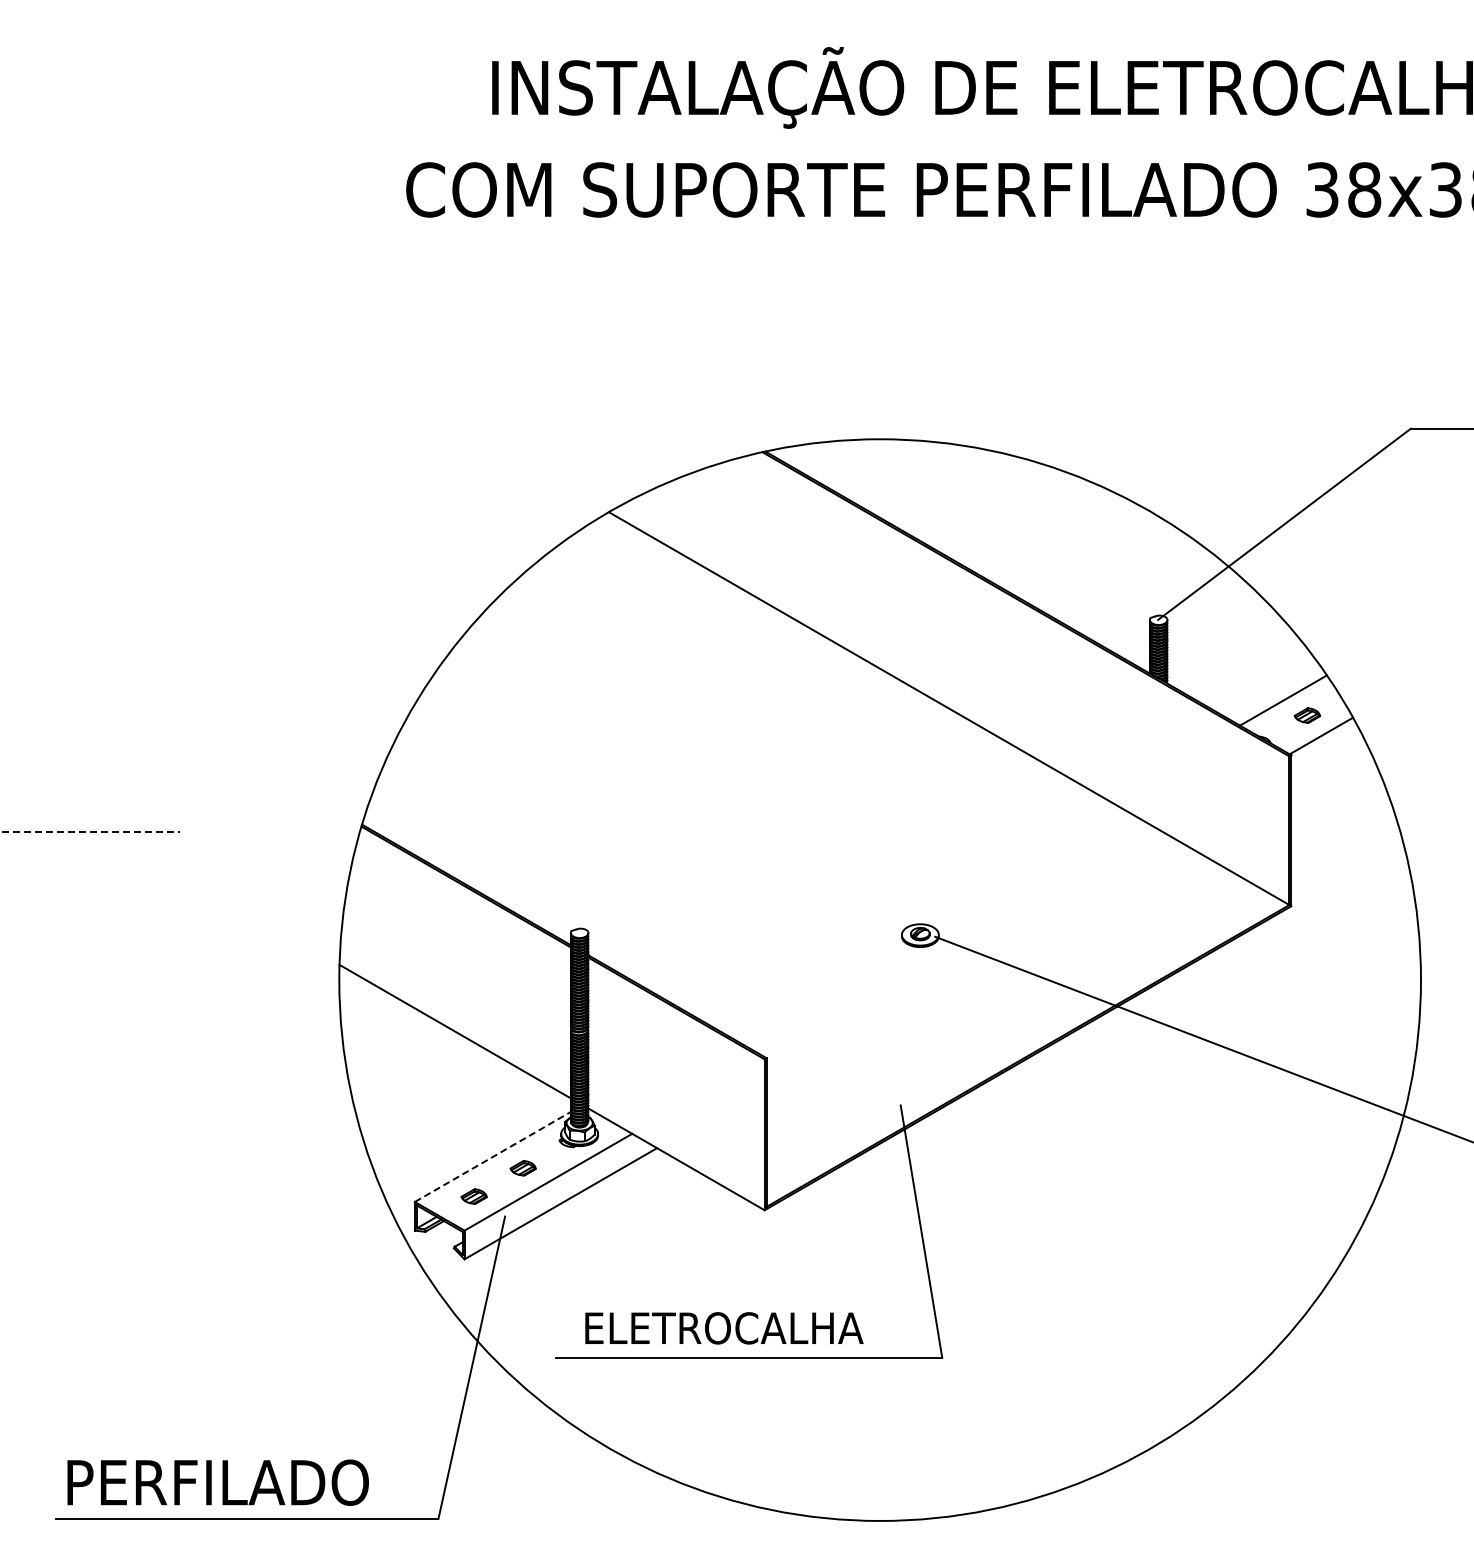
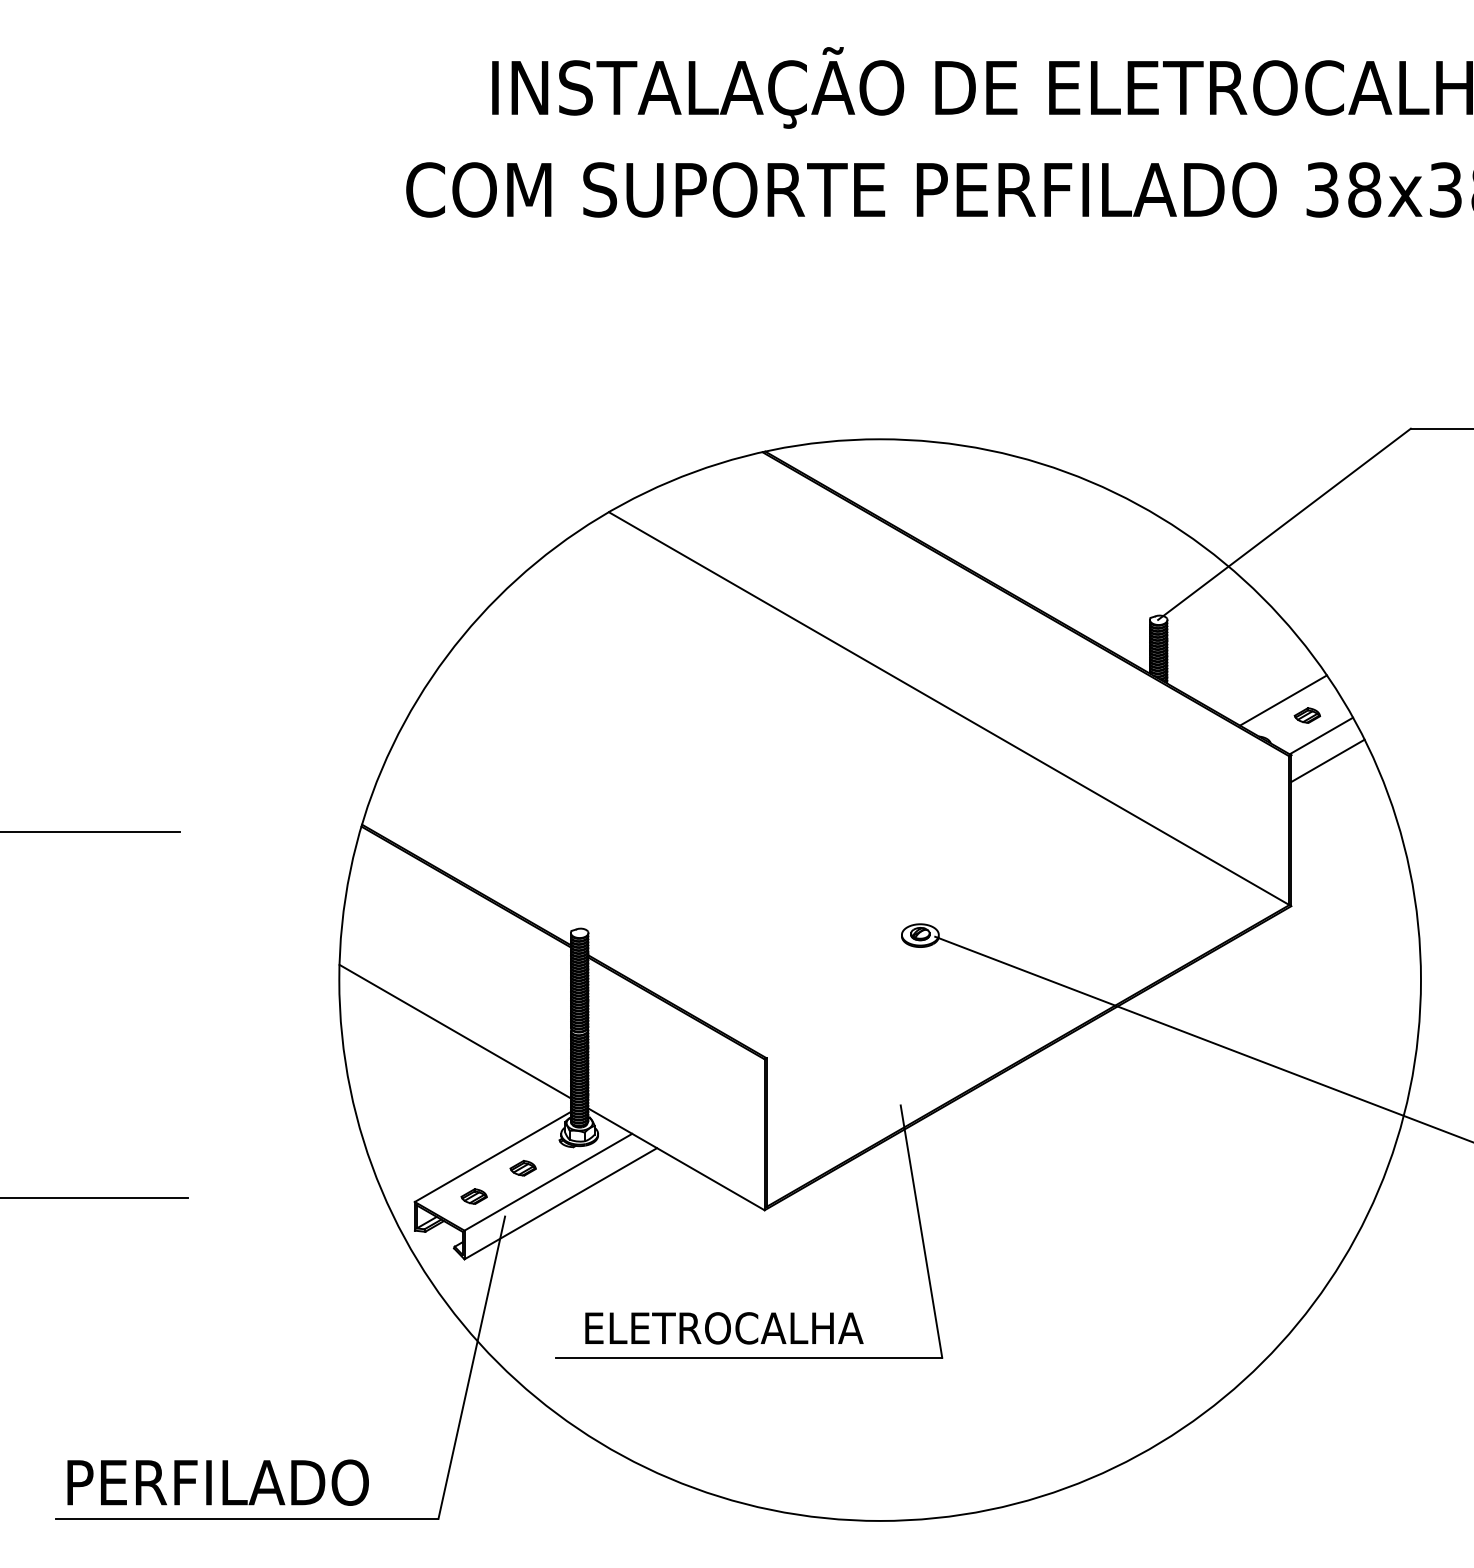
line at (1327, 760): none -> present
line at (90, 832): dashed -> solid
line at (493, 1156): dashed -> solid
line at (95, 1197): none -> present
